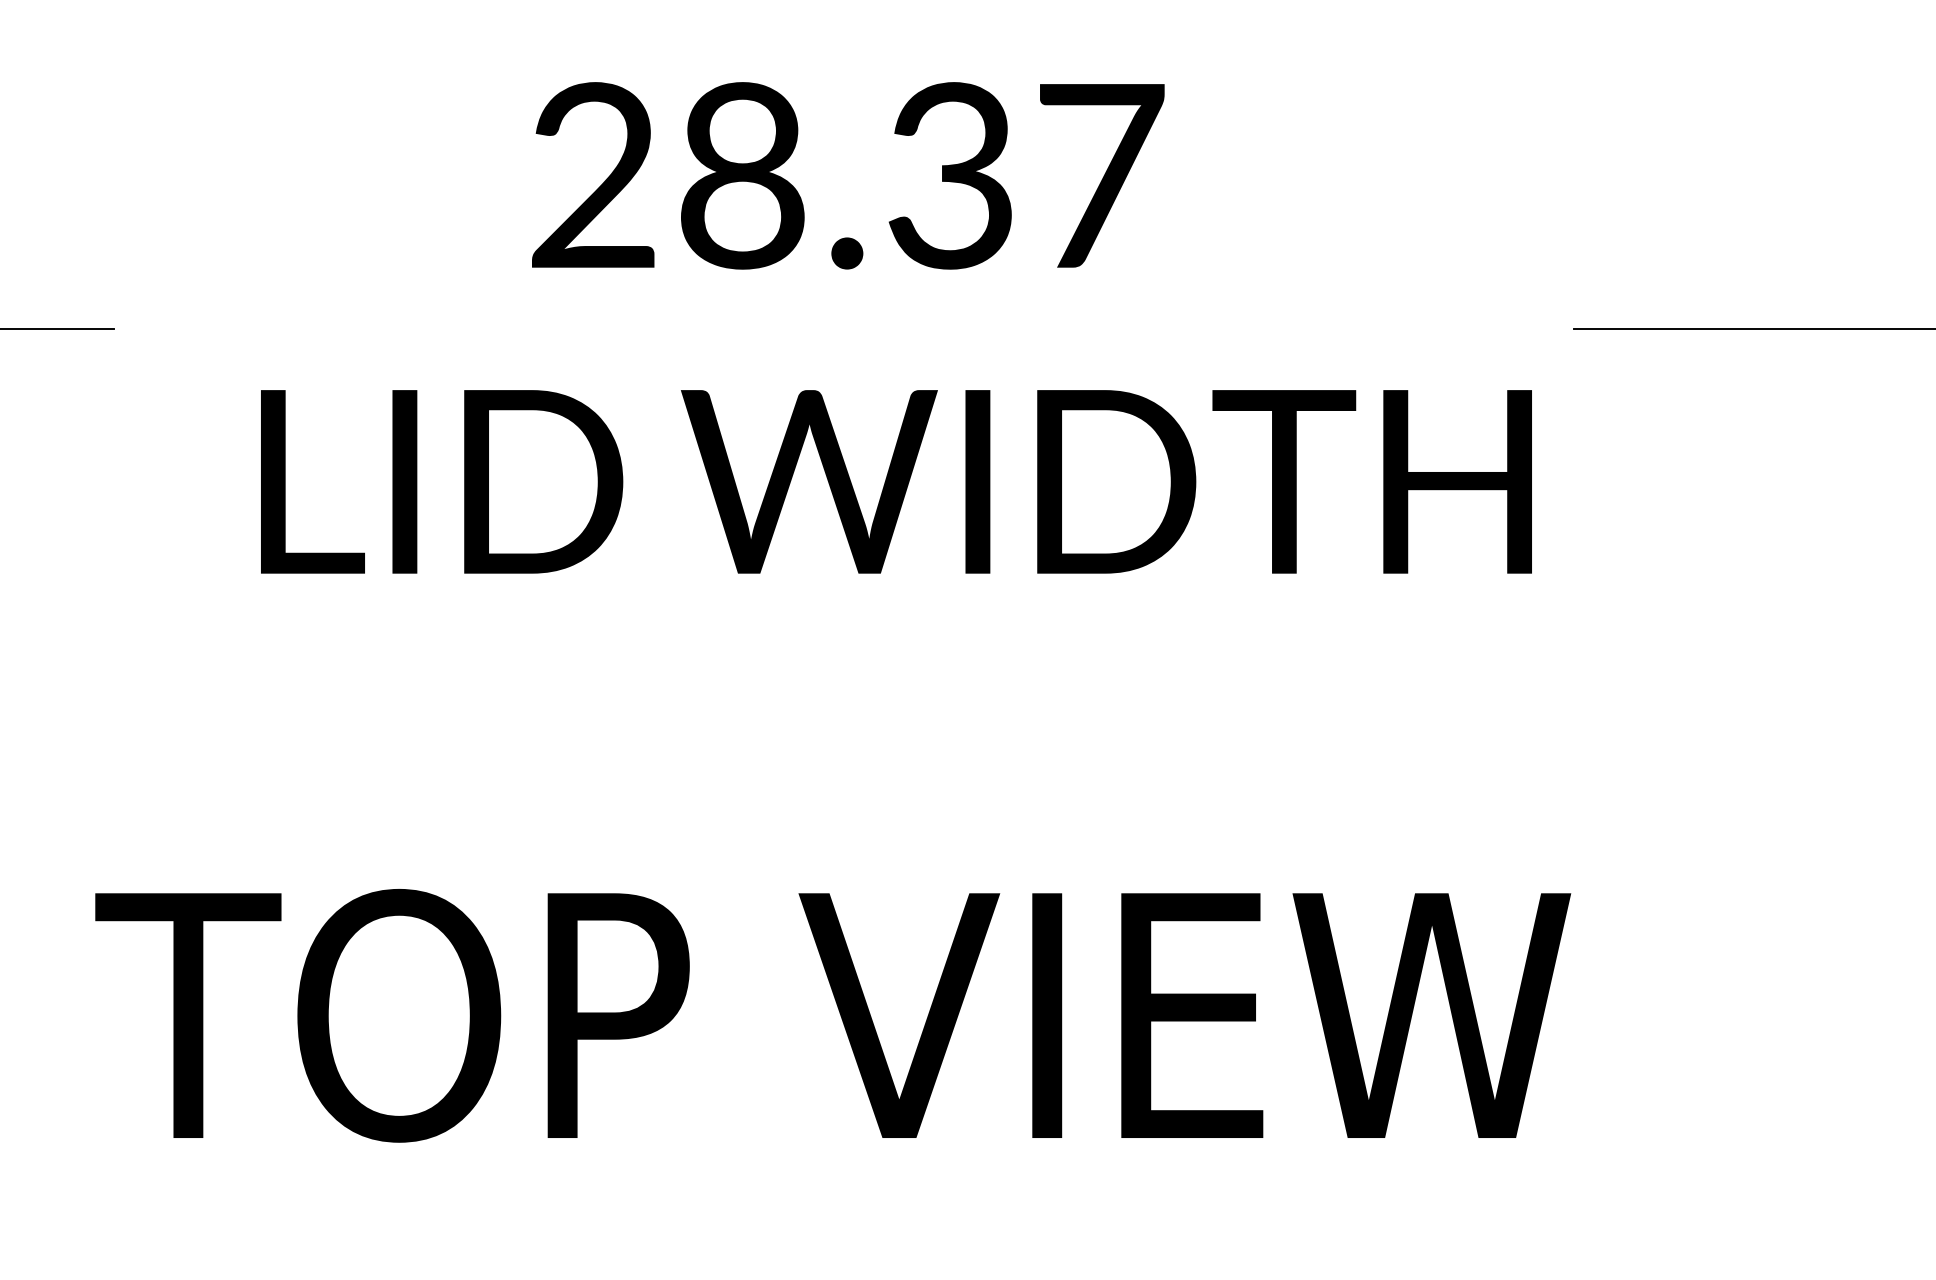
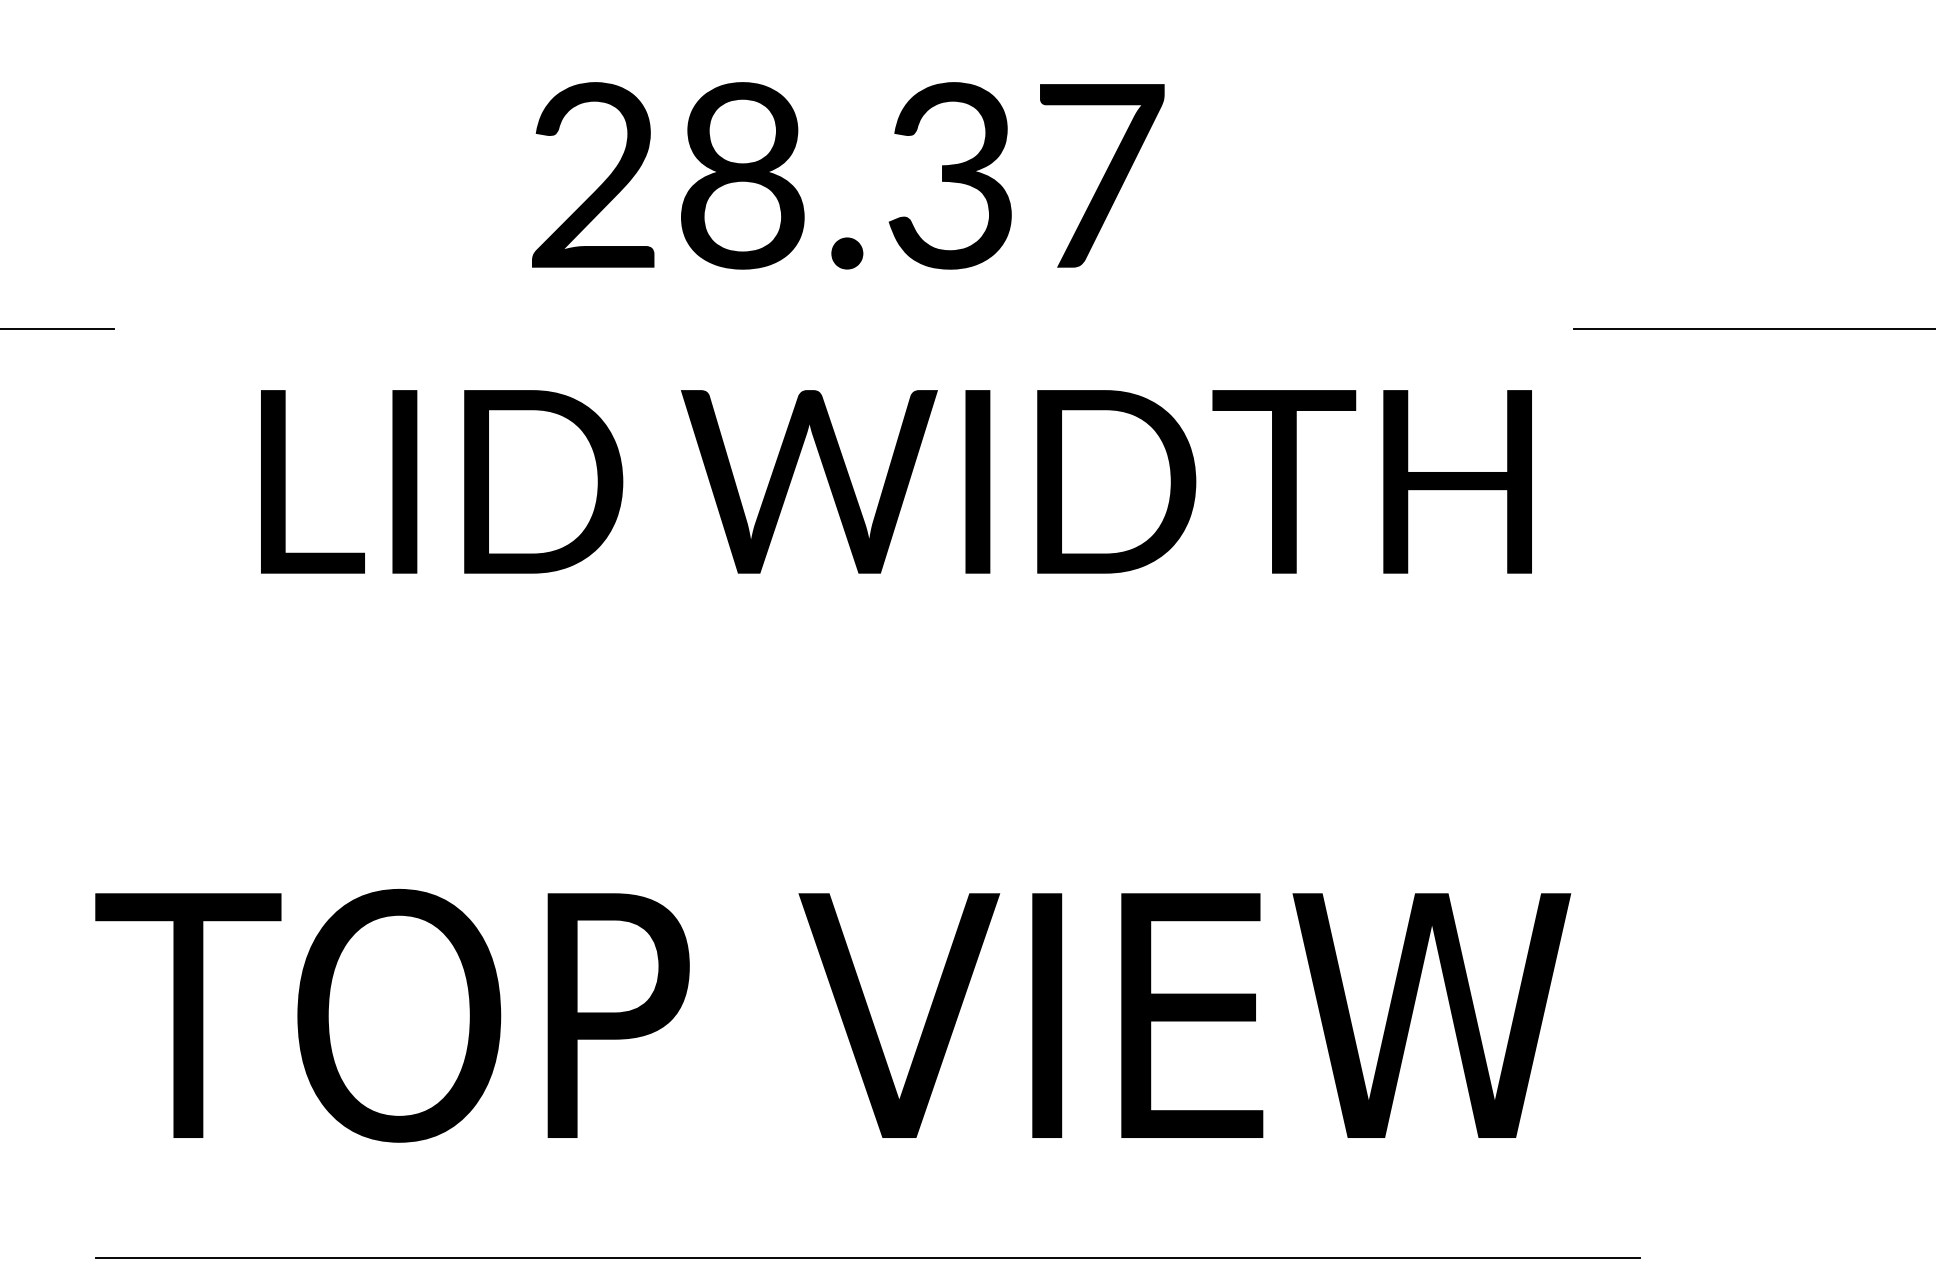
line at (868, 1257): none -> present
